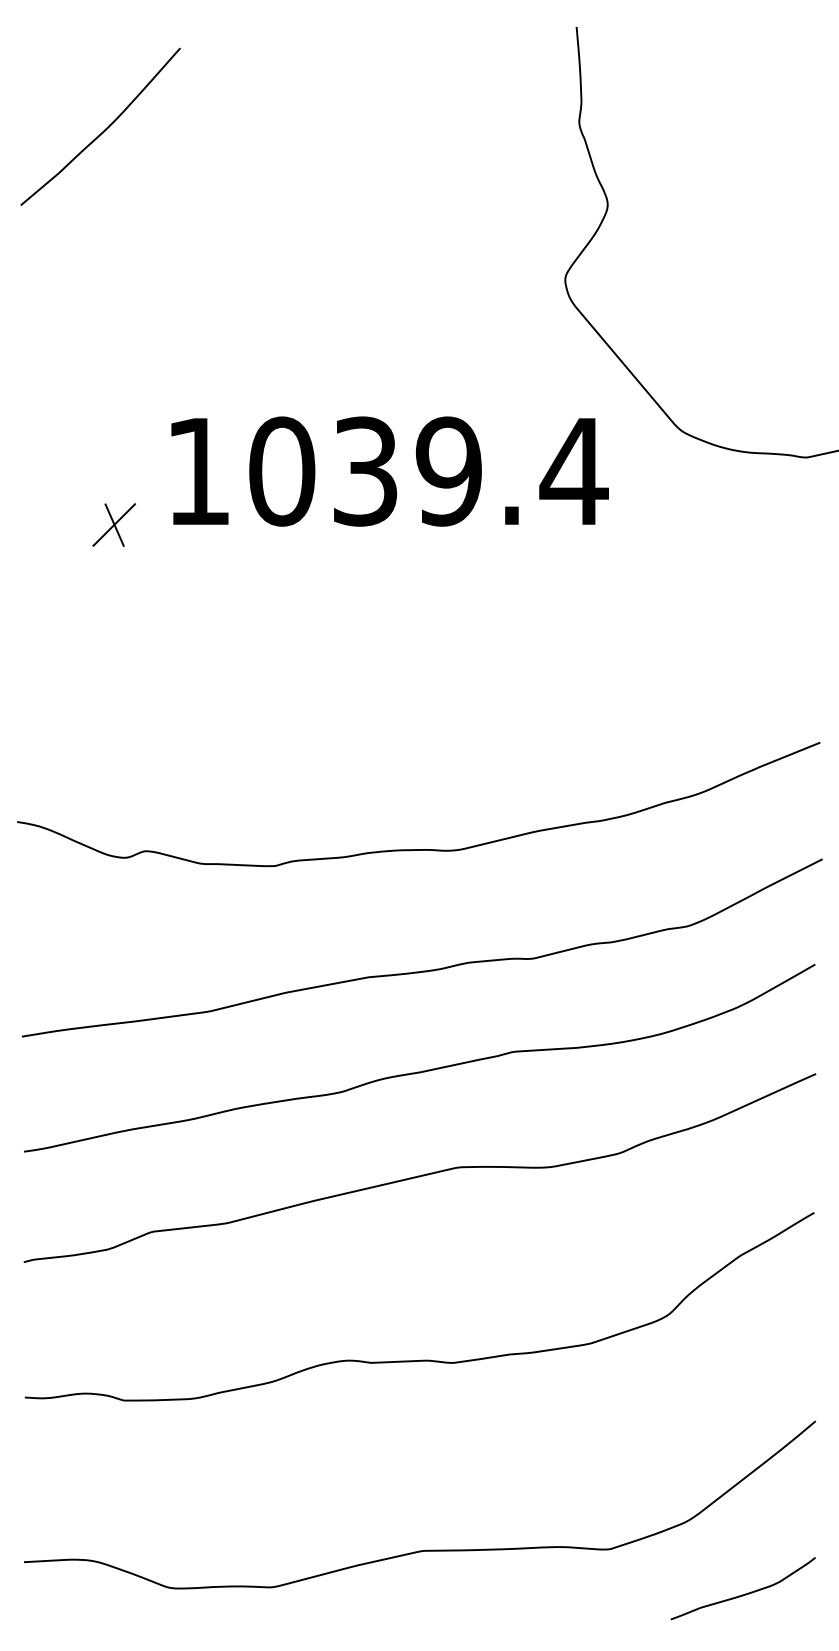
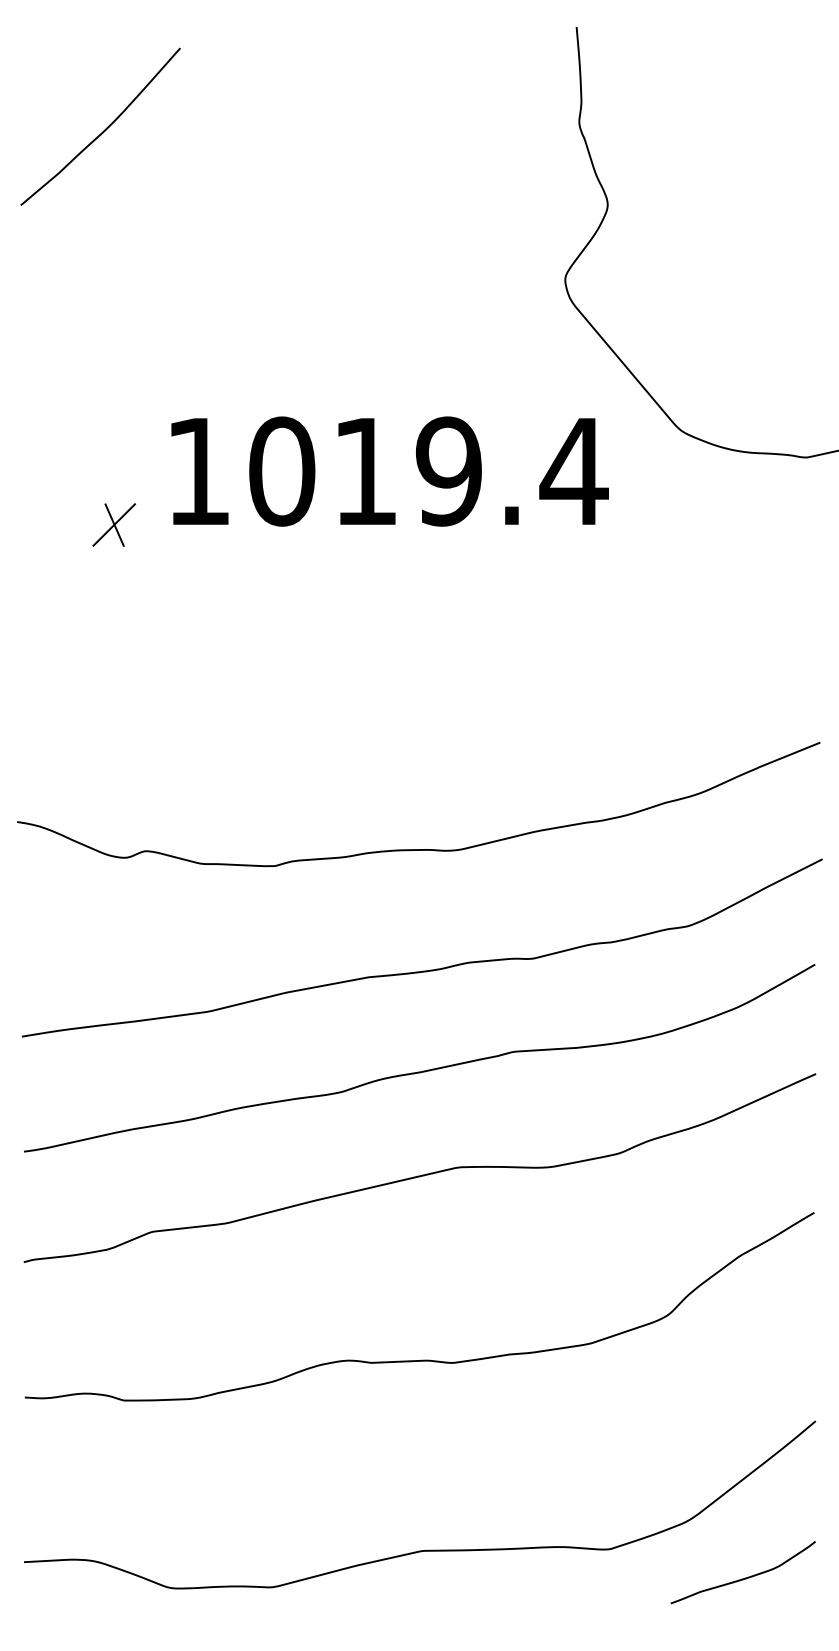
text at (365, 471): 1039.4 -> 1019.4
curve at (745, 1593) position: (745, 1593) -> (745, 1577)
